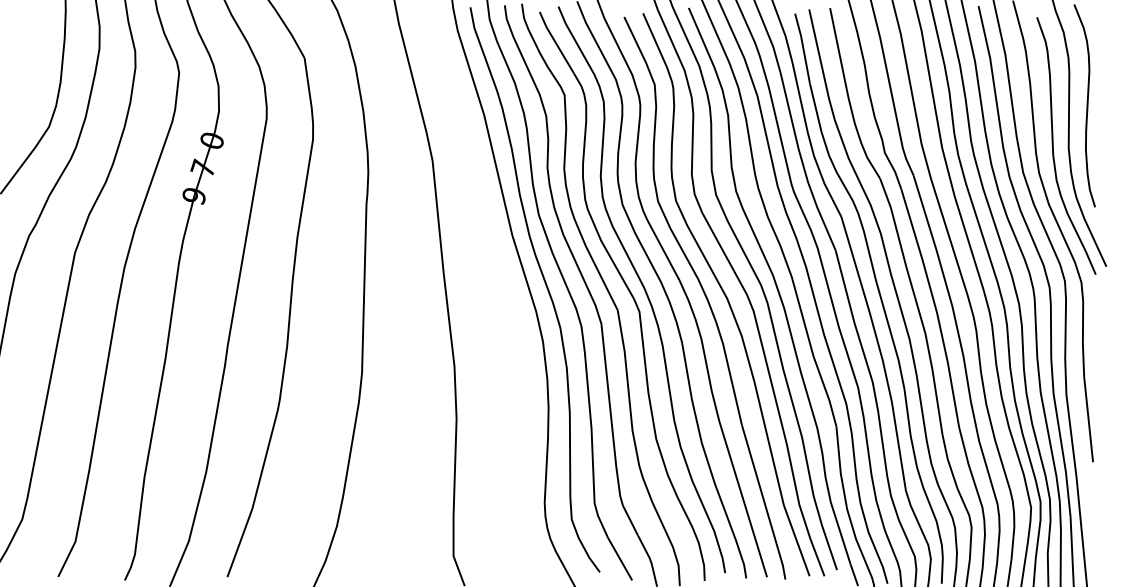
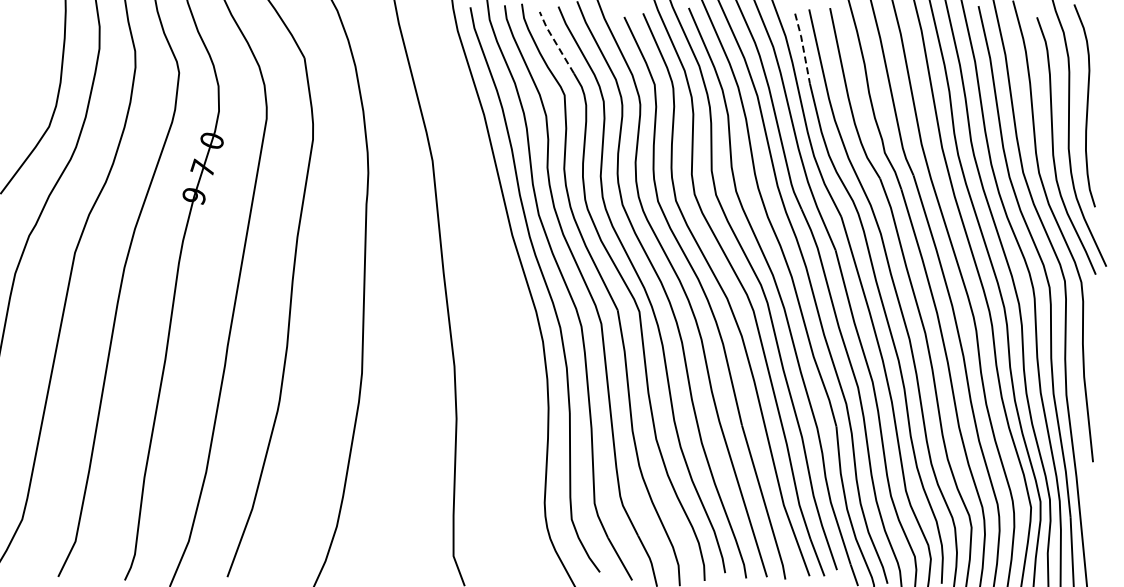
line at (555, 42): solid -> dashed
line at (803, 48): solid -> dashed
